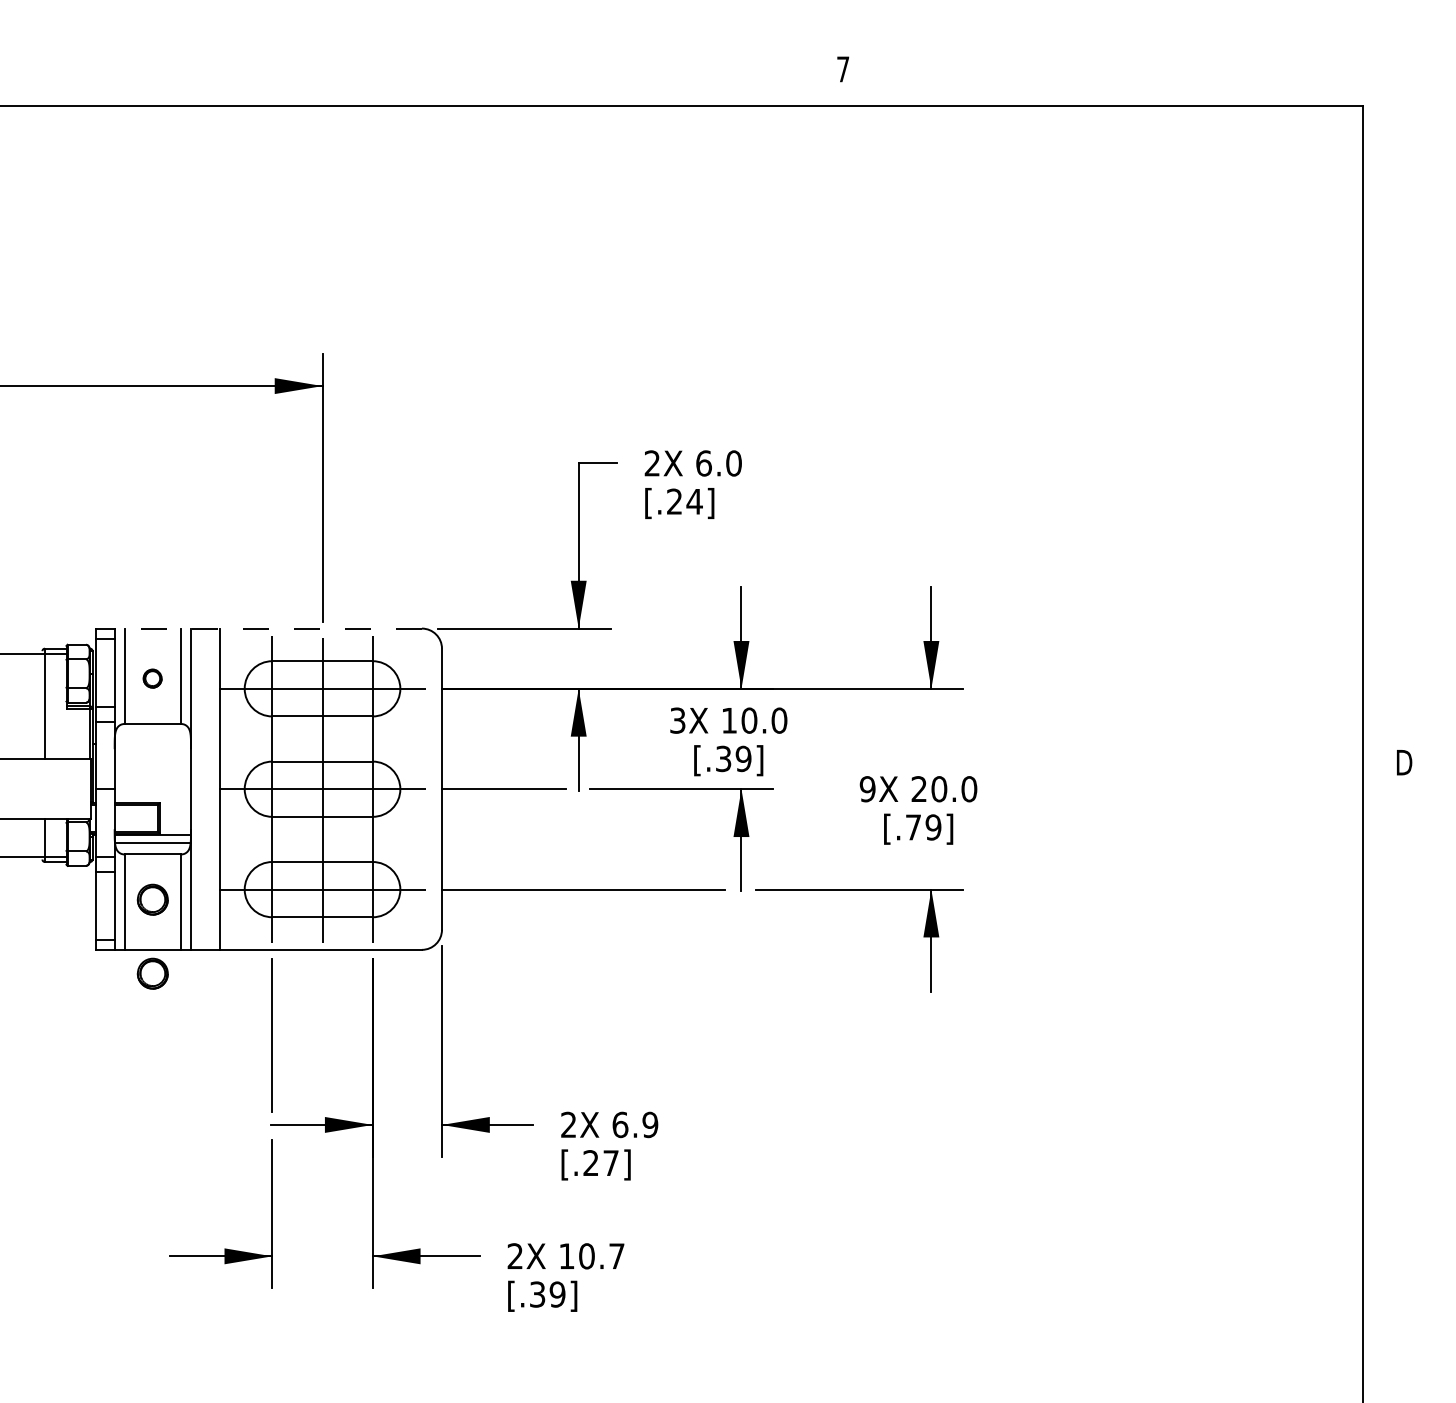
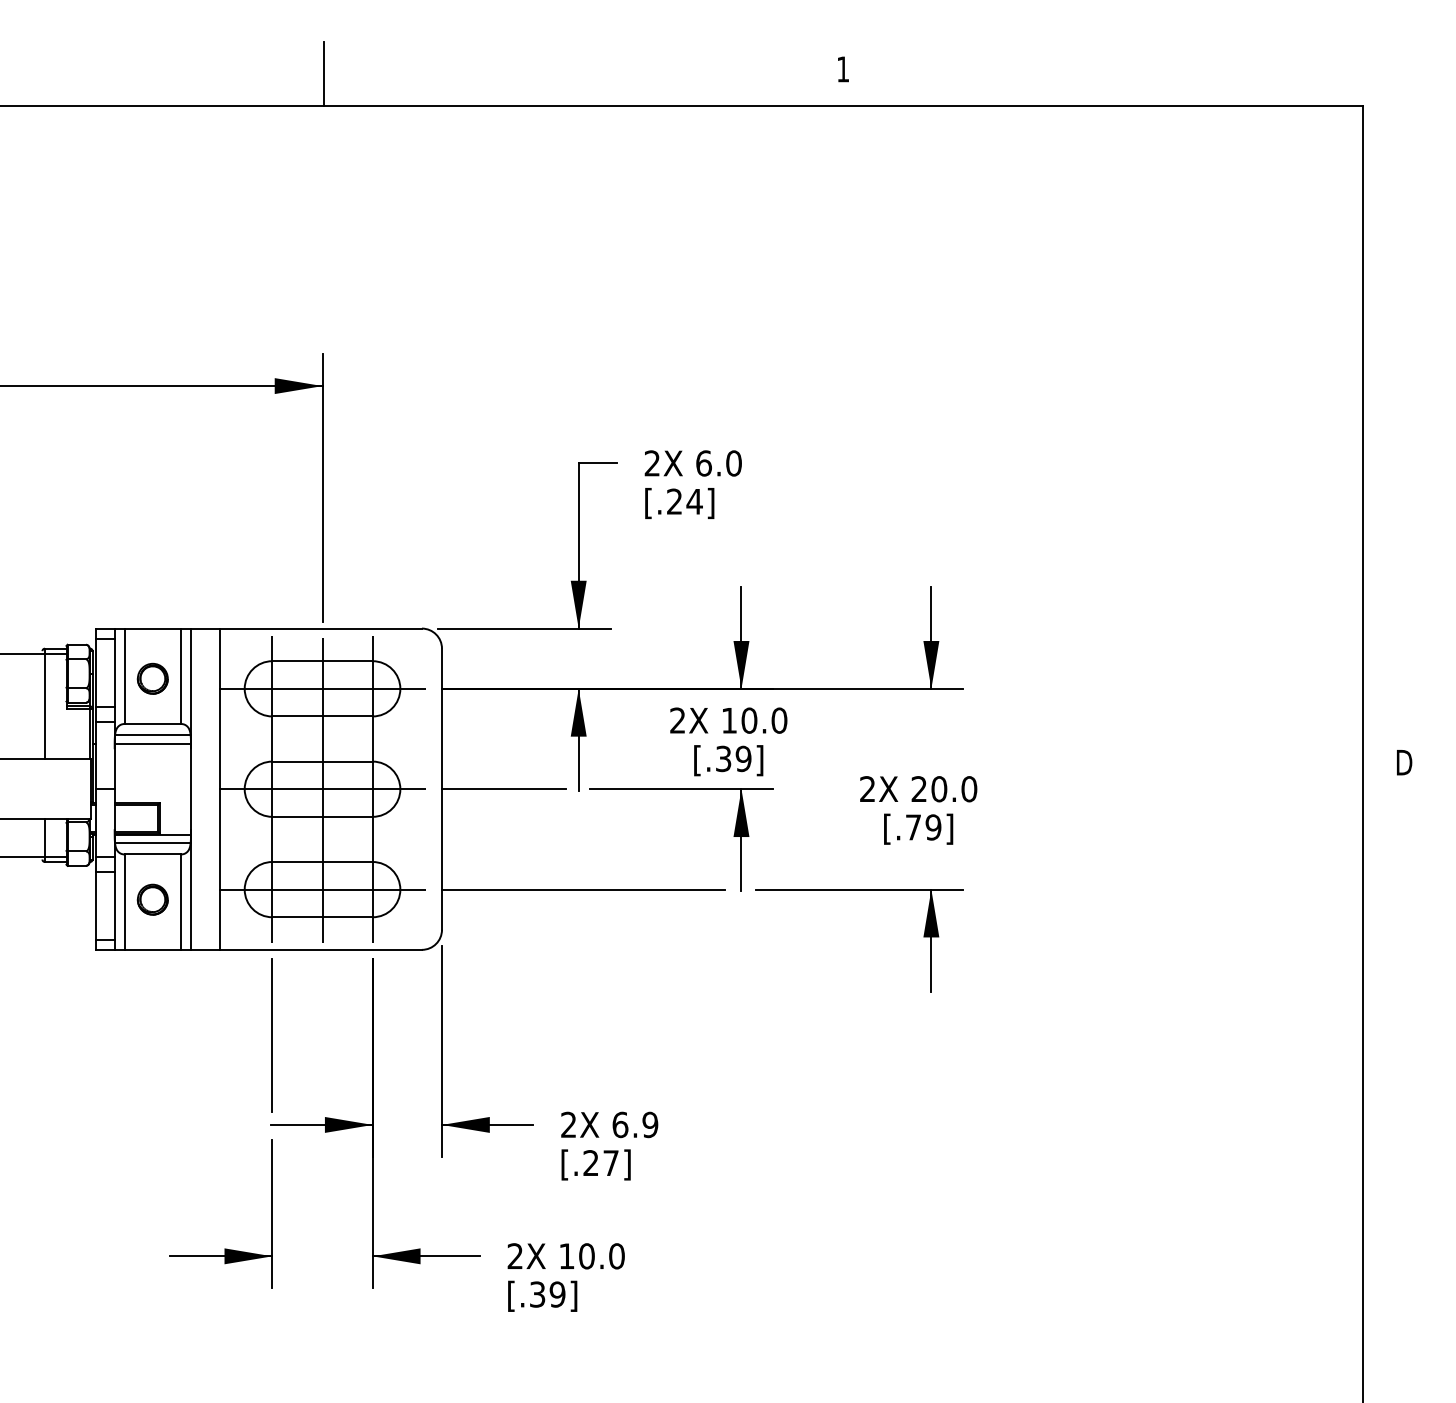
text at (843, 69): 7 -> 1
line at (324, 74): none -> present
line at (268, 628): dashed -> solid
part at (152, 678) size: 21x21 px -> 33x33 px
text at (677, 720): 3X -> 2X
line at (152, 735): none -> present
line at (152, 743): none -> present
text at (867, 789): 9X -> 2X
part at (152, 973): present -> none
text at (616, 1256): 10.7 -> 10.0
